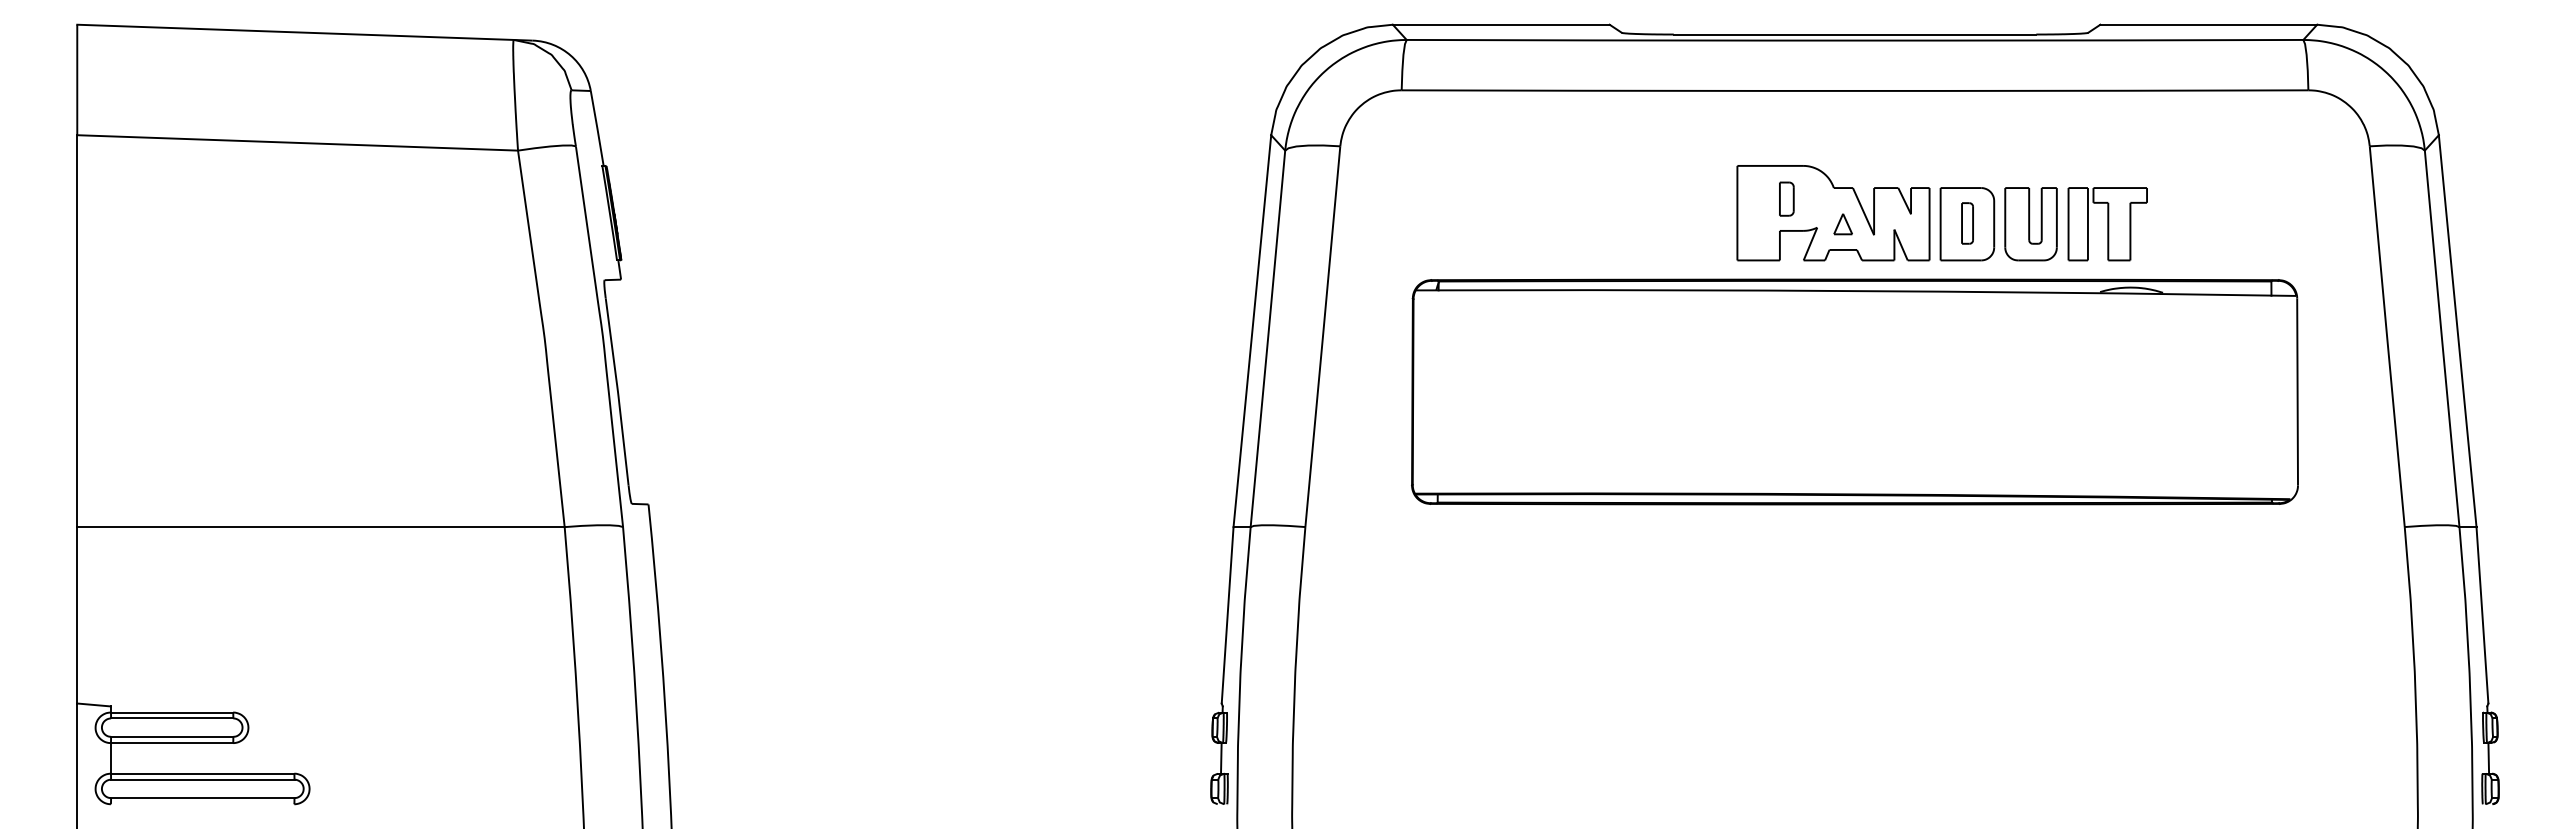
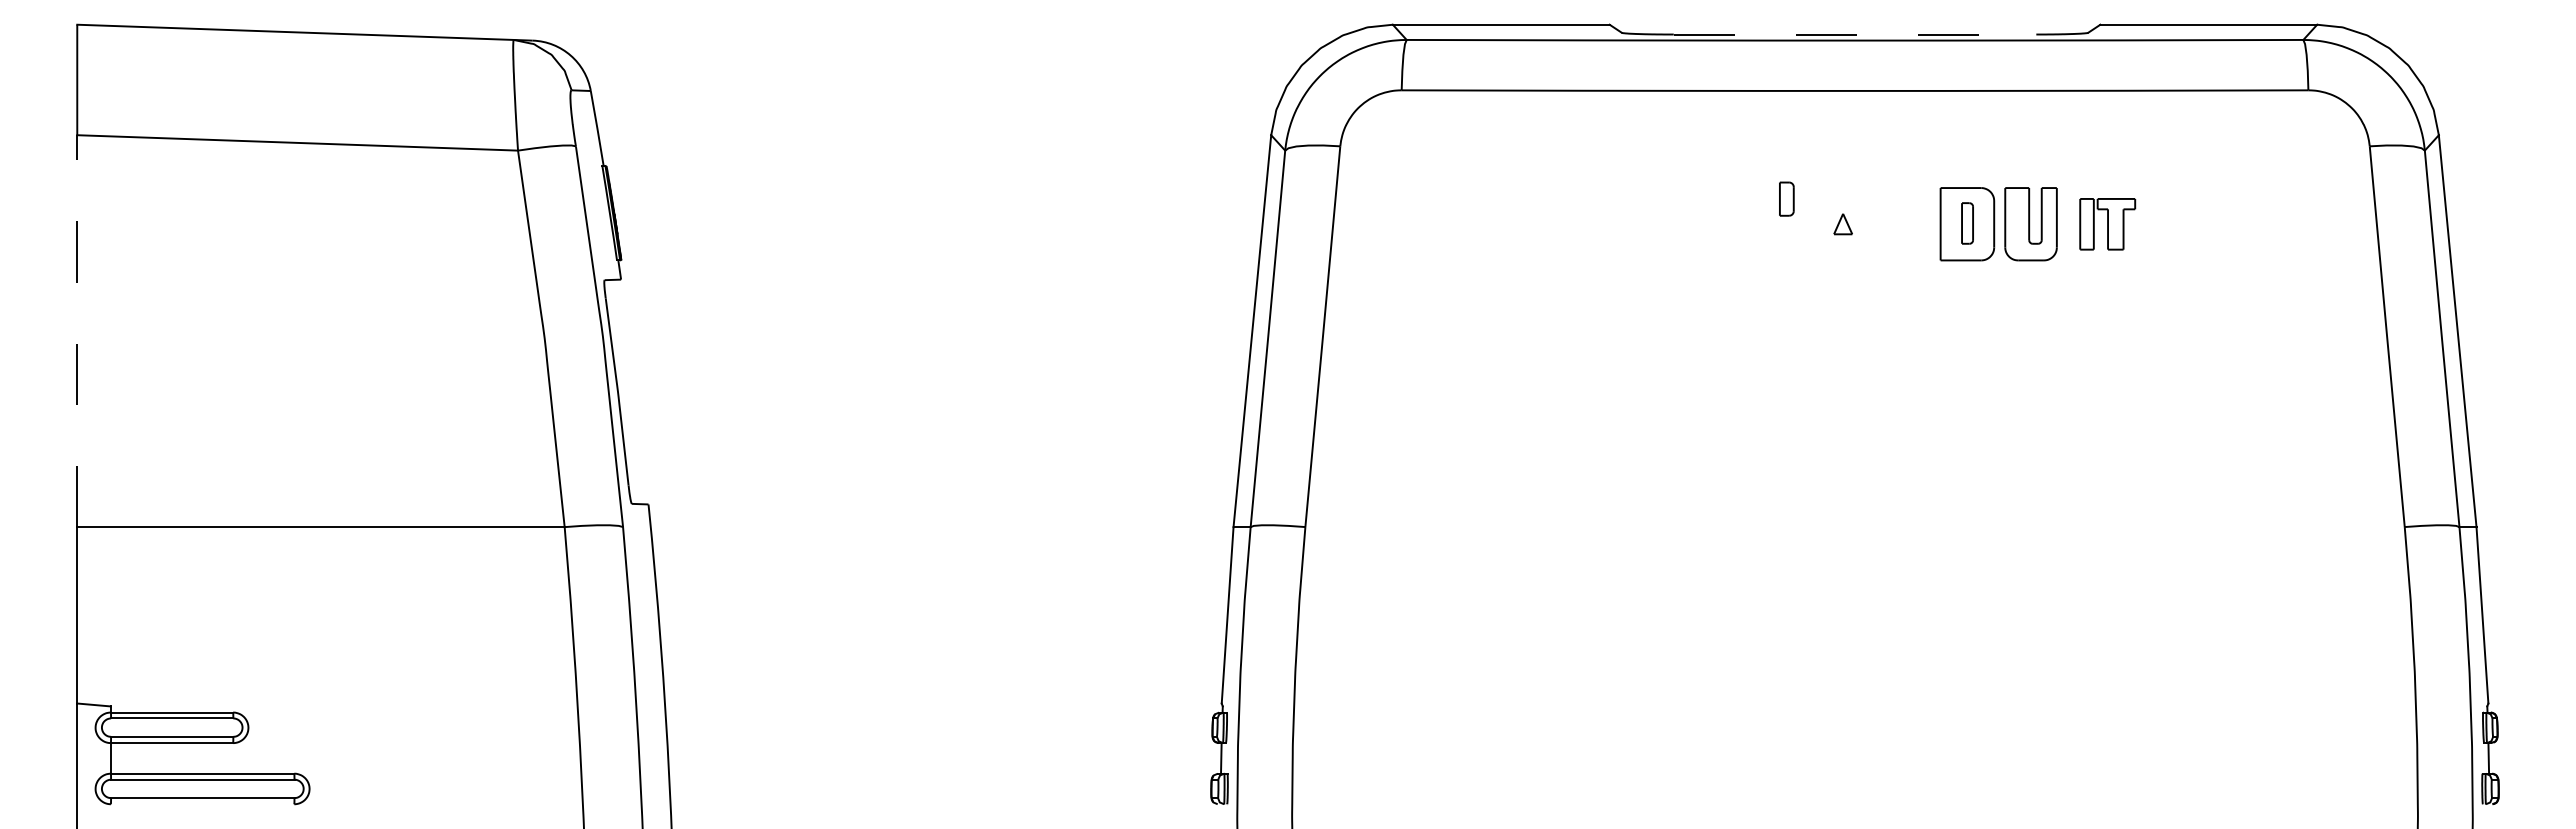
line at (1855, 34): solid -> dashed
part at (1833, 213): present -> none
part at (2107, 224) size: 81x75 px -> 58x53 px
line at (77, 331): solid -> dashed
part at (1854, 391): present -> none
